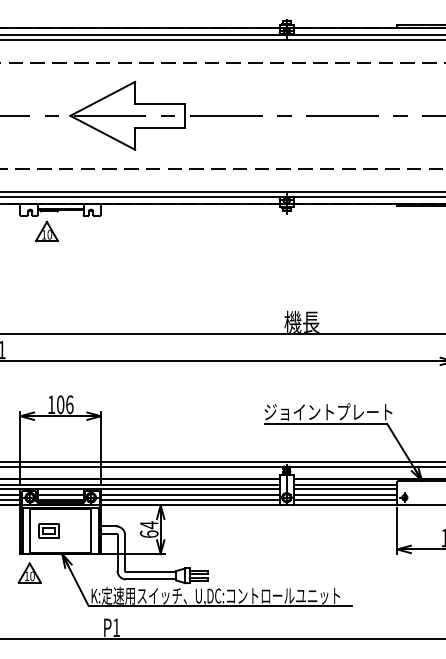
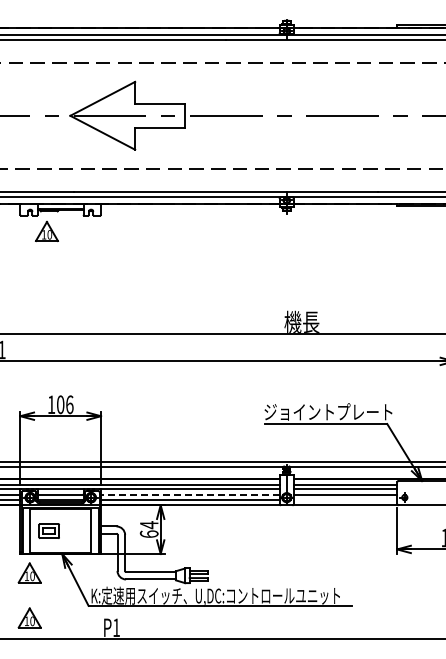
line at (189, 495): solid -> dashed
line at (345, 500): present -> none
part at (29, 617): none -> present
